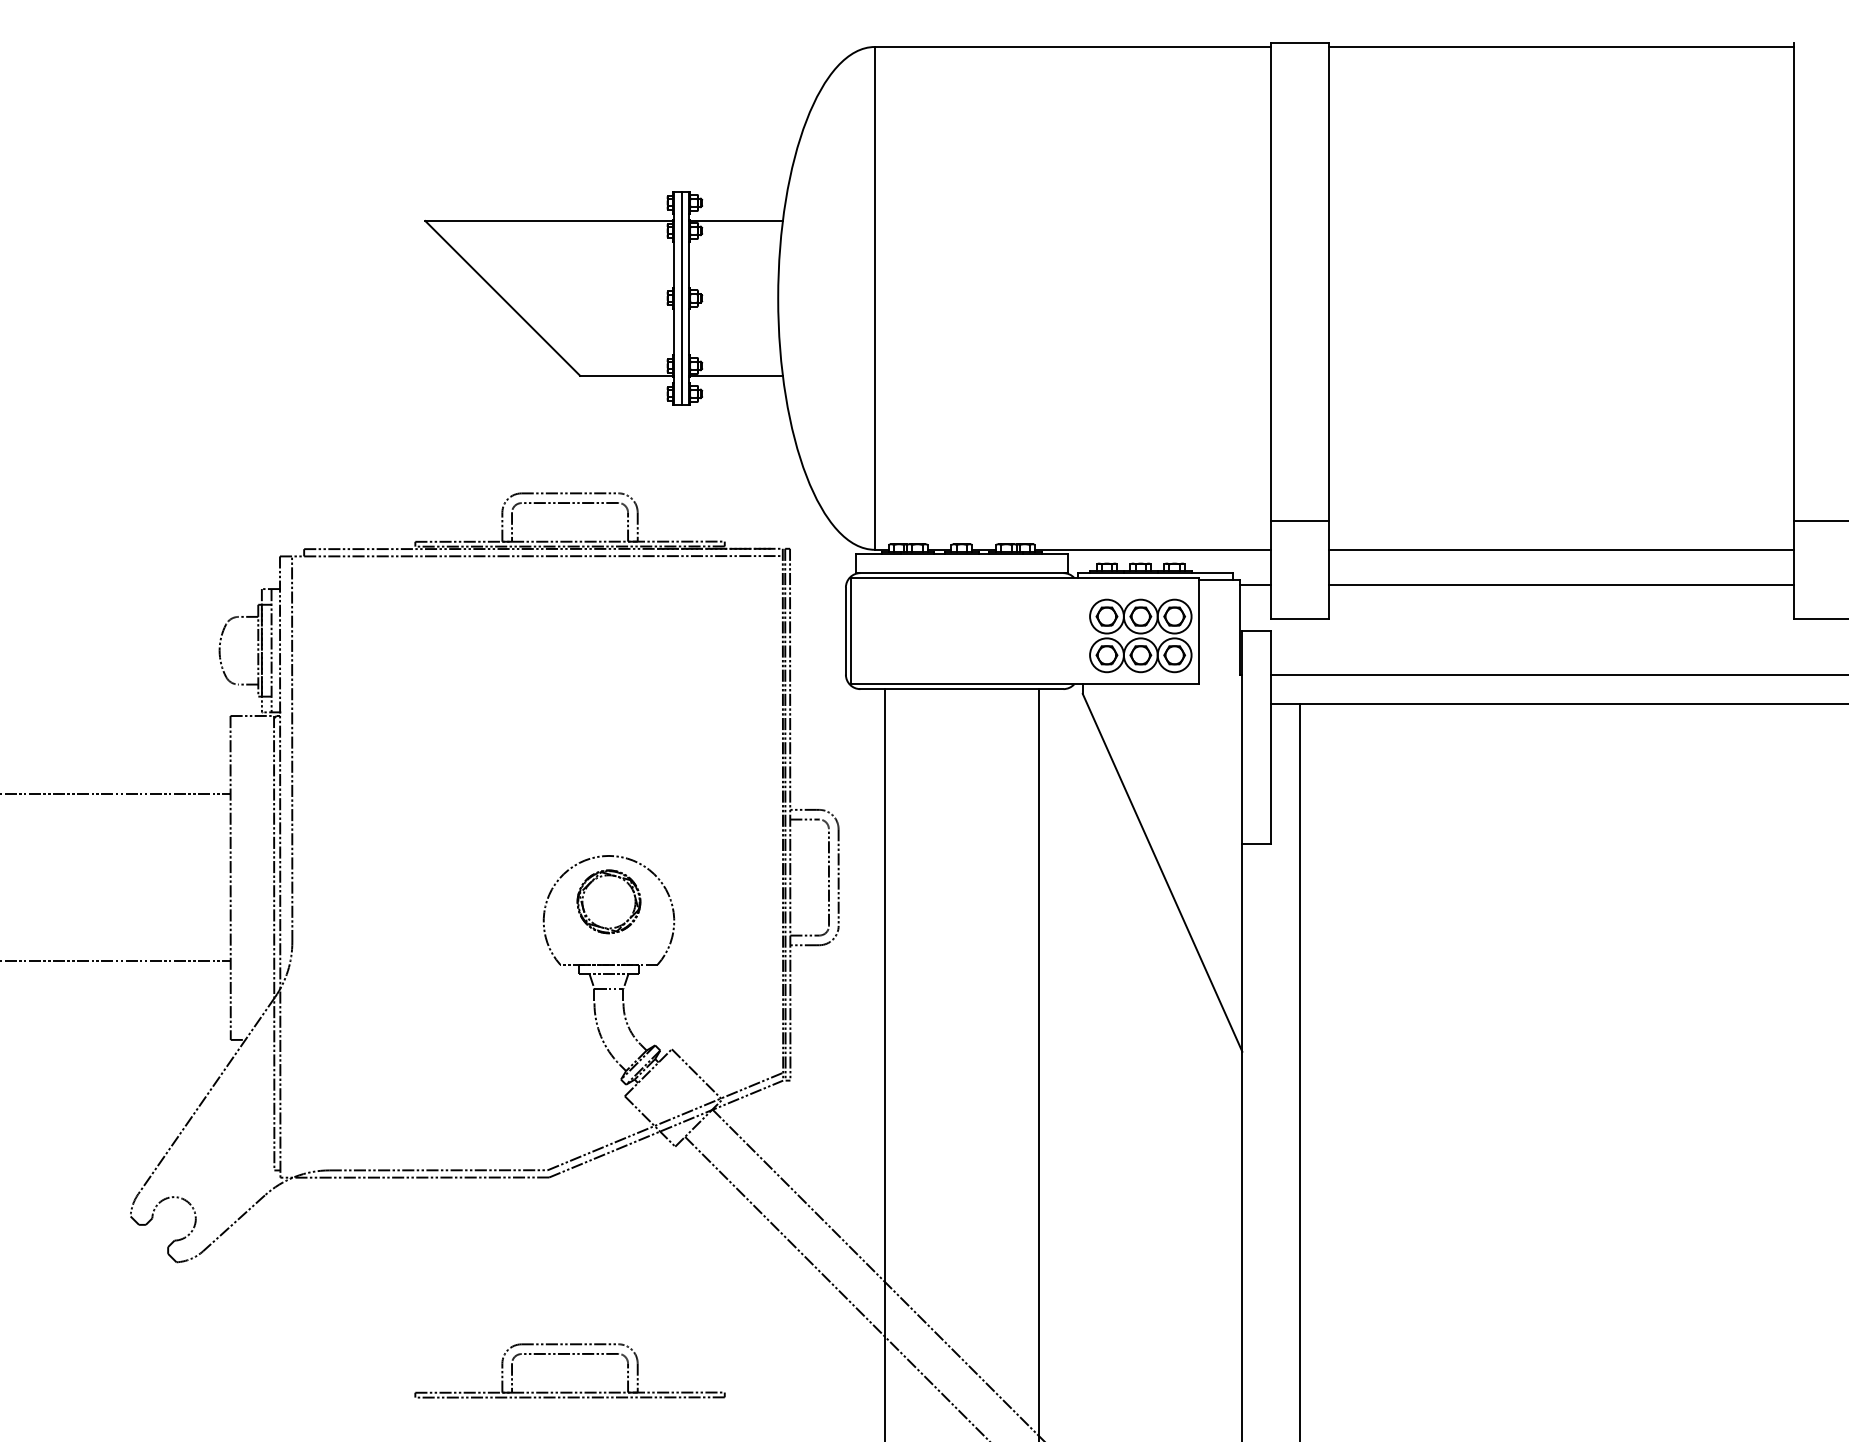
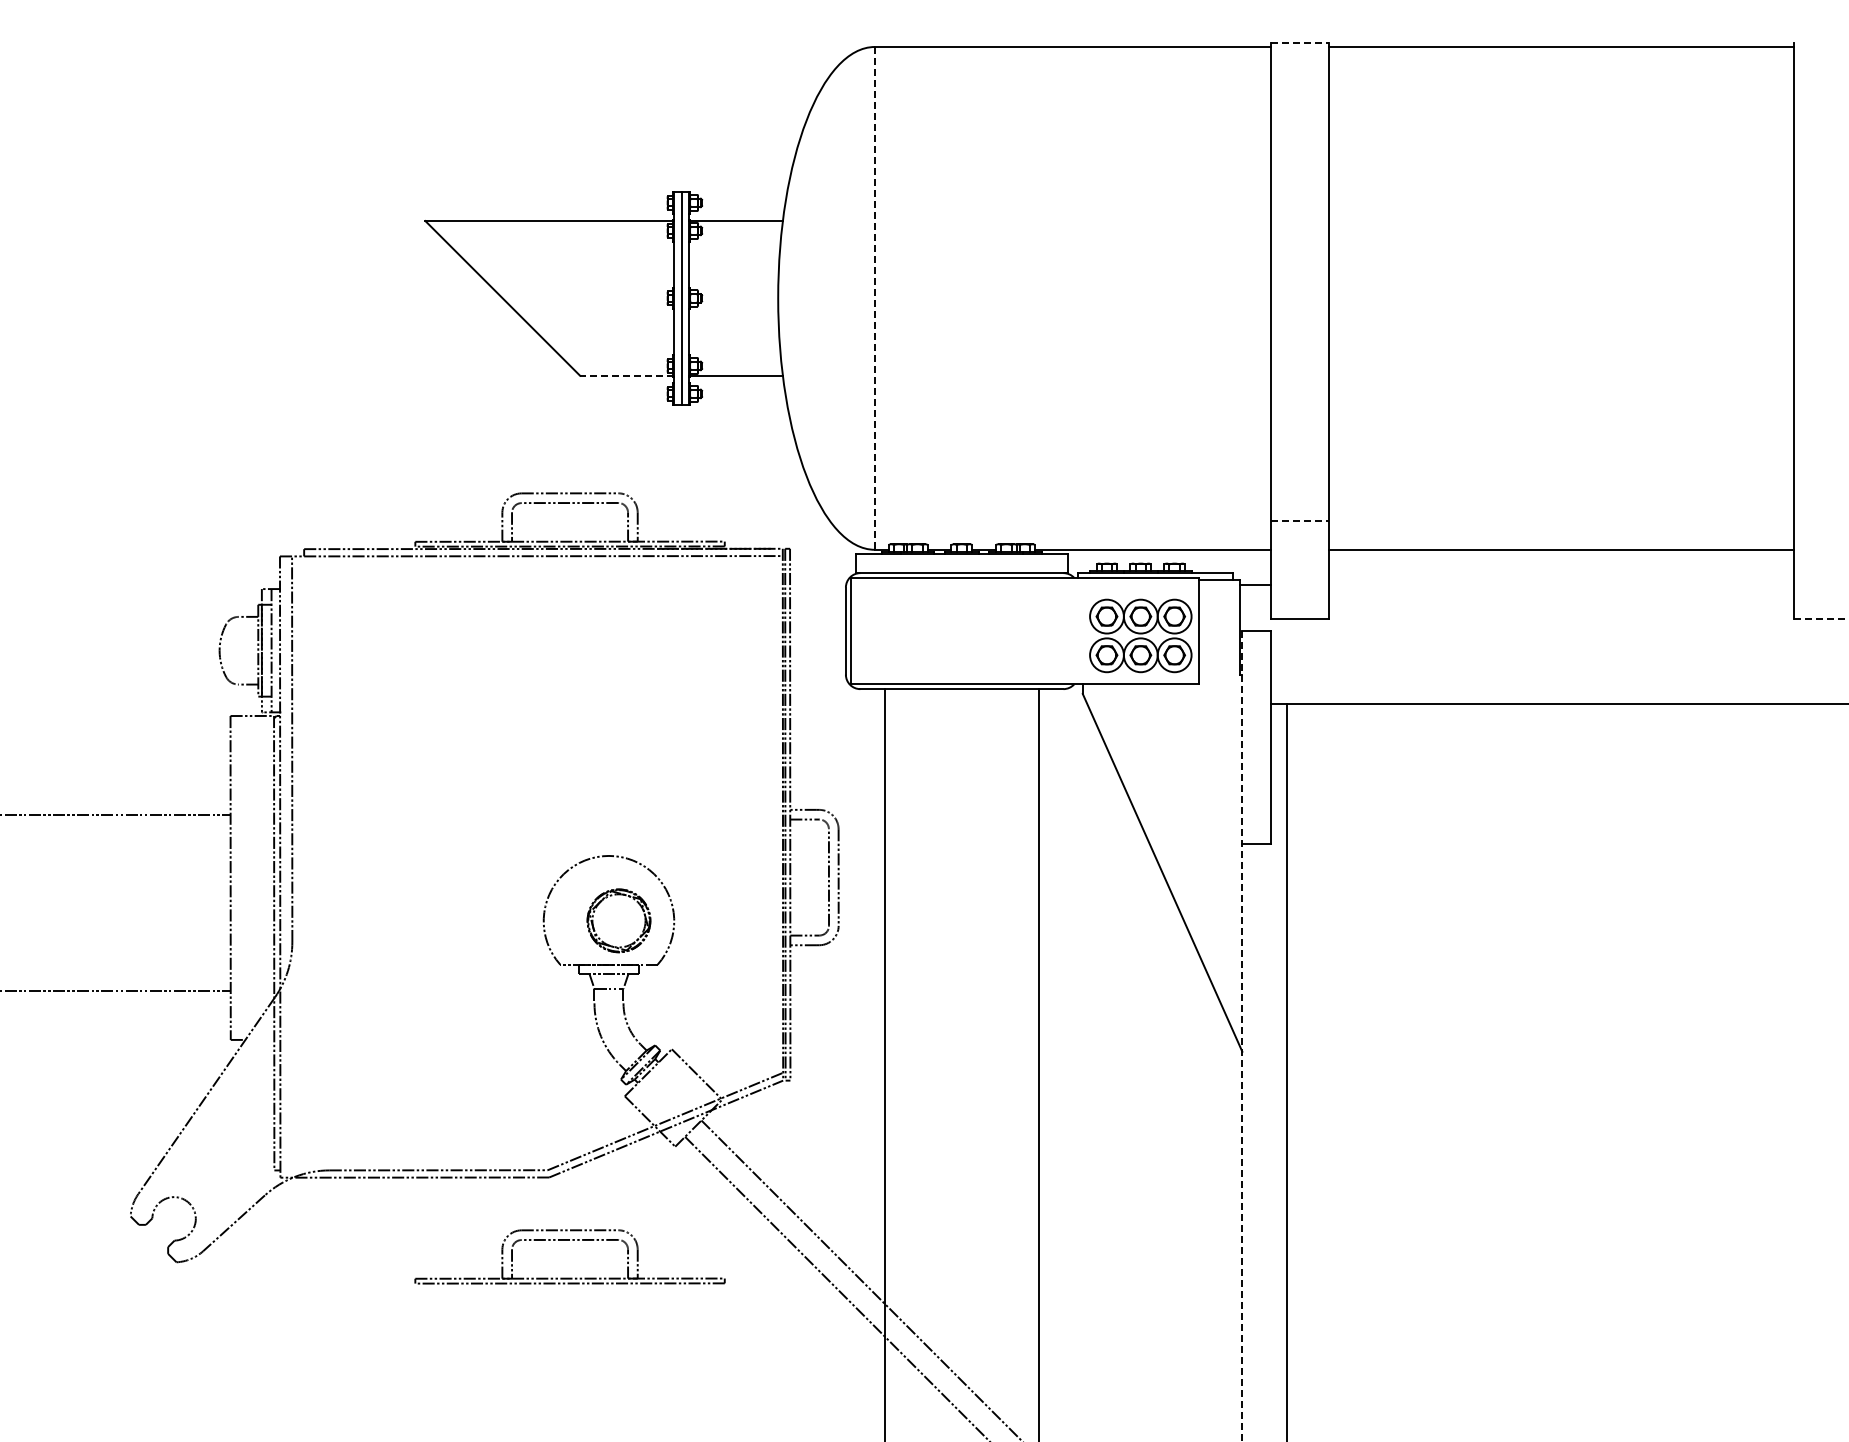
line at (1300, 43): solid -> dashed
line at (874, 298): solid -> dashed
line at (626, 375): solid -> dashed
line at (1300, 520): solid -> dashed
line at (1819, 520): present -> none
line at (1561, 585): present -> none
line at (1821, 619): solid -> dashed
line at (1558, 674): present -> none
line at (116, 794) position: (116, 794) -> (116, 815)
part at (608, 901) position: (608, 901) -> (618, 920)
line at (116, 961) position: (116, 961) -> (116, 991)
line at (1242, 1036): solid -> dashed
line at (1300, 1070) position: (1300, 1070) -> (1287, 1070)
line at (876, 1273) position: (876, 1273) -> (860, 1279)
part at (569, 1354) position: (569, 1354) -> (569, 1240)
